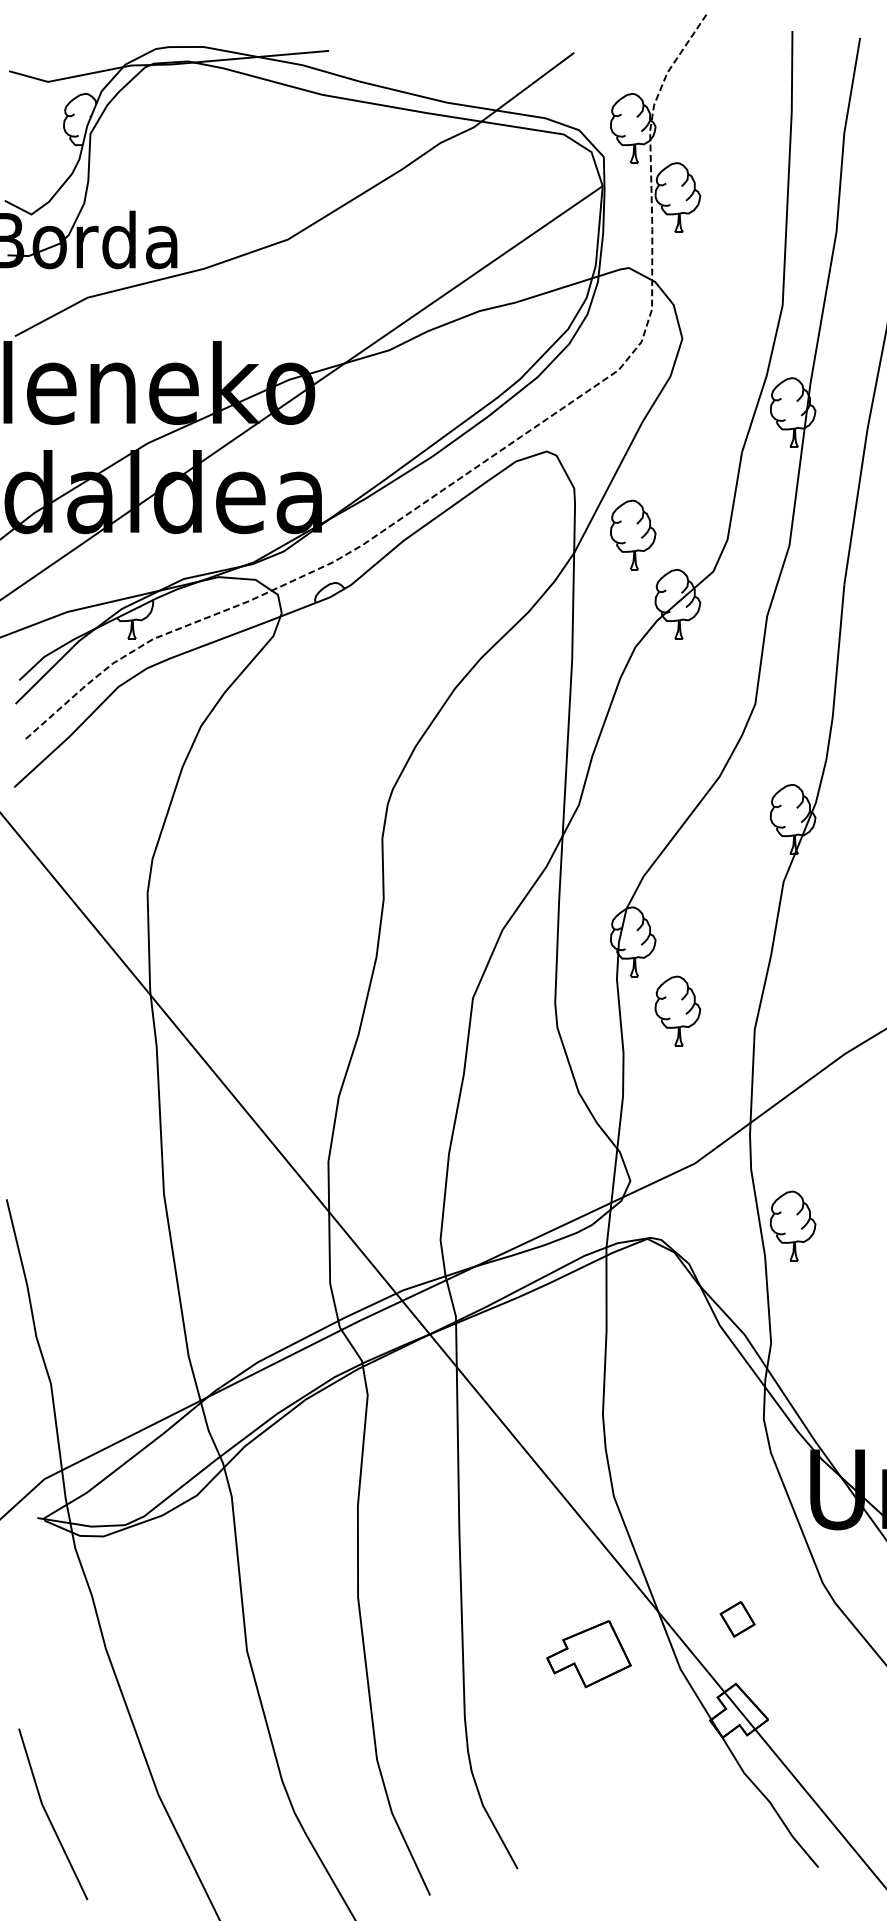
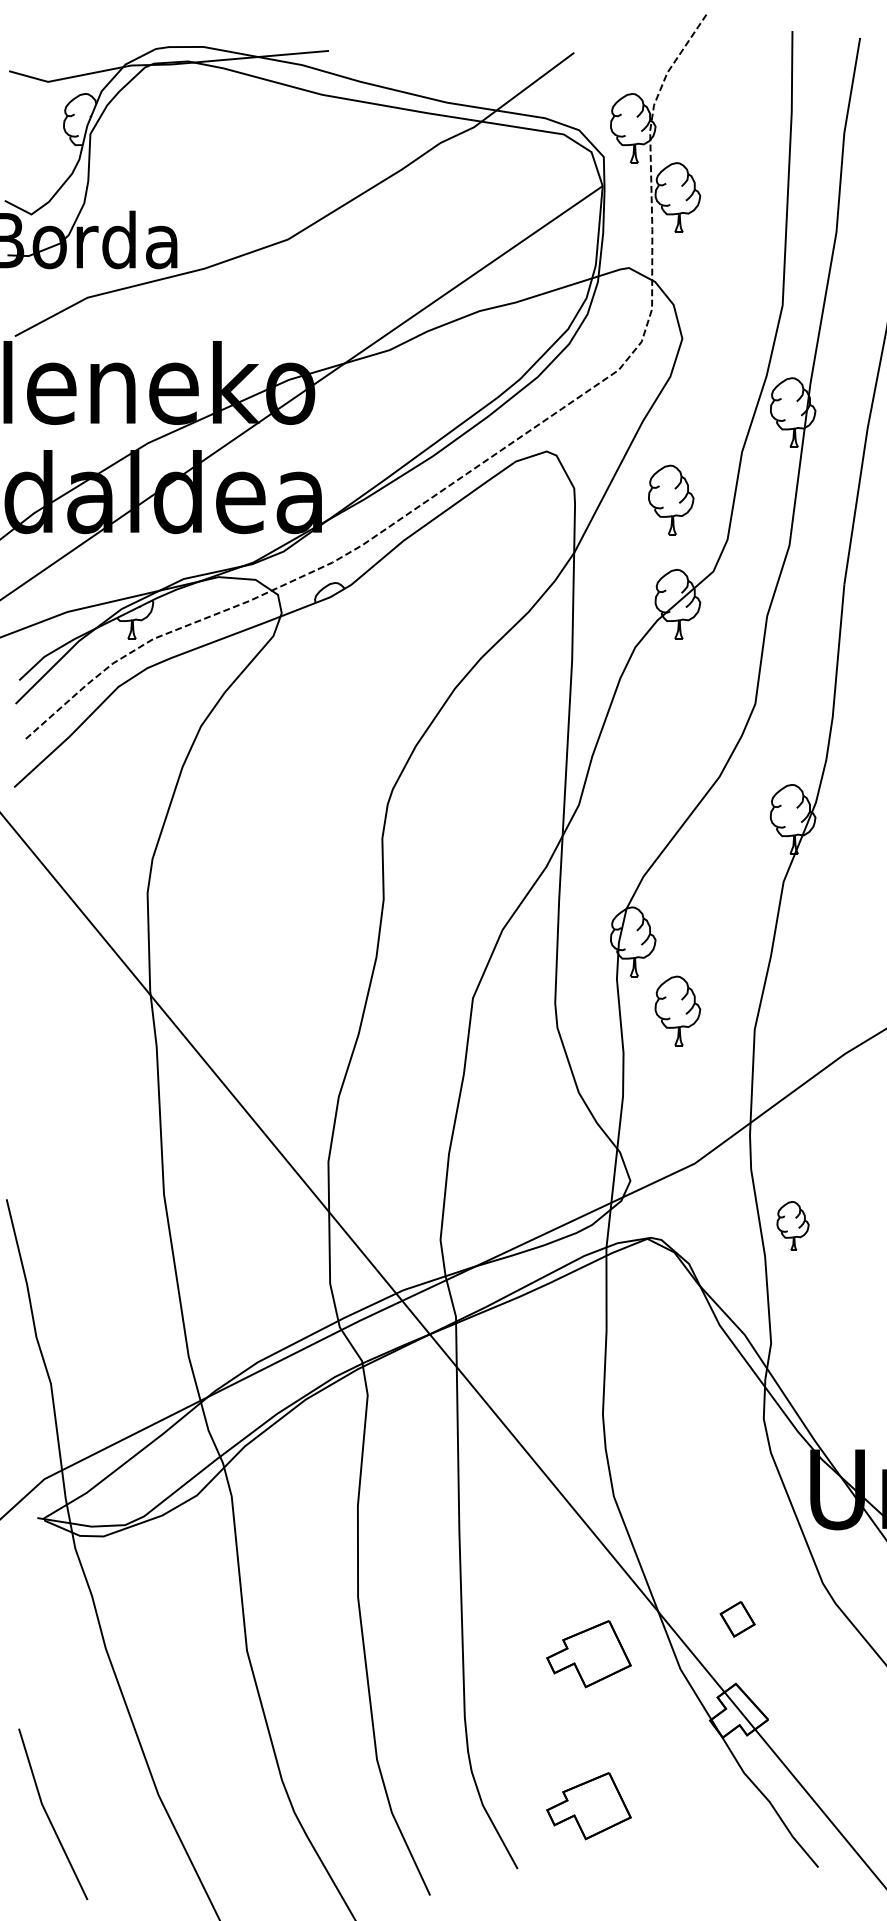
part at (633, 534) position: (633, 534) -> (671, 499)
part at (792, 1225) size: 48x72 px -> 34x50 px
part at (588, 1806): none -> present
